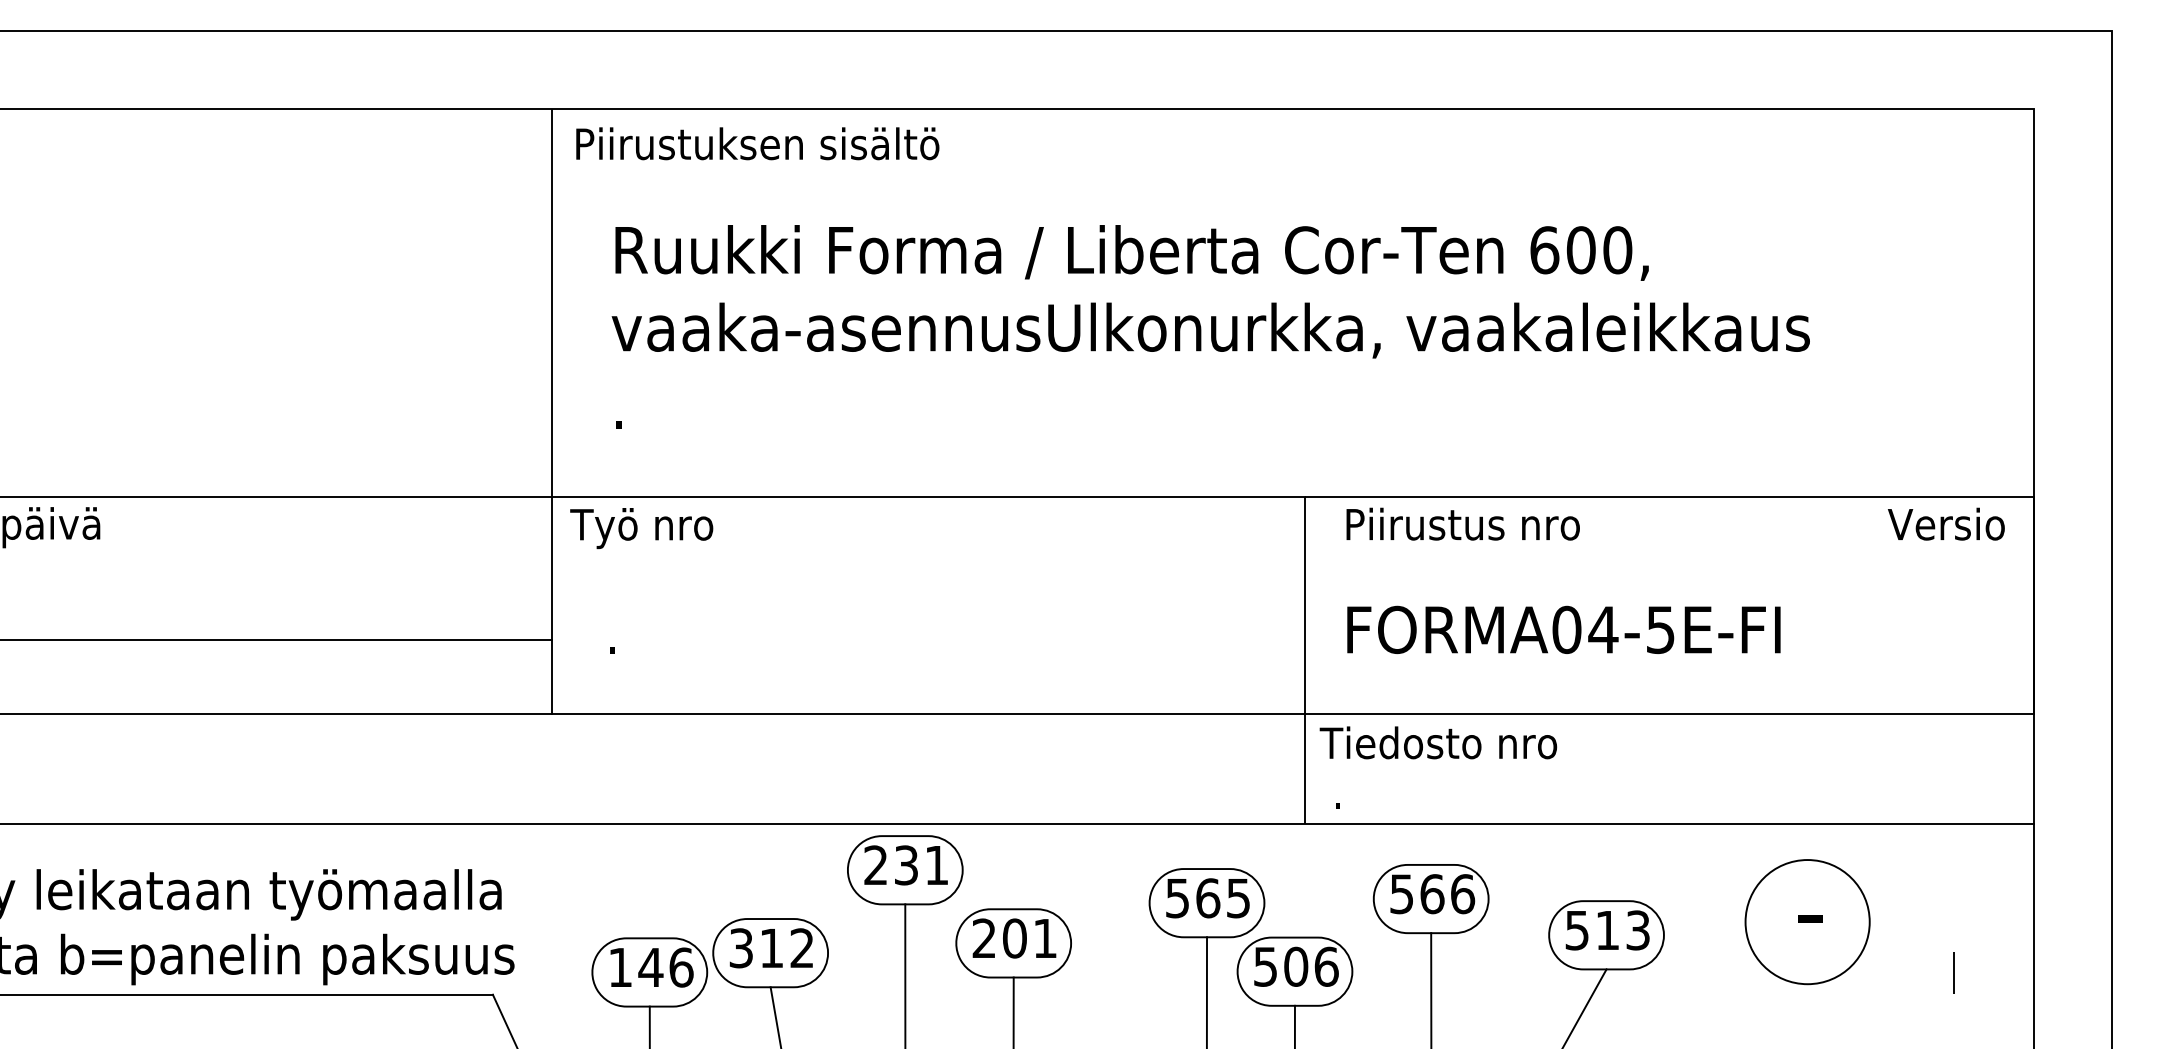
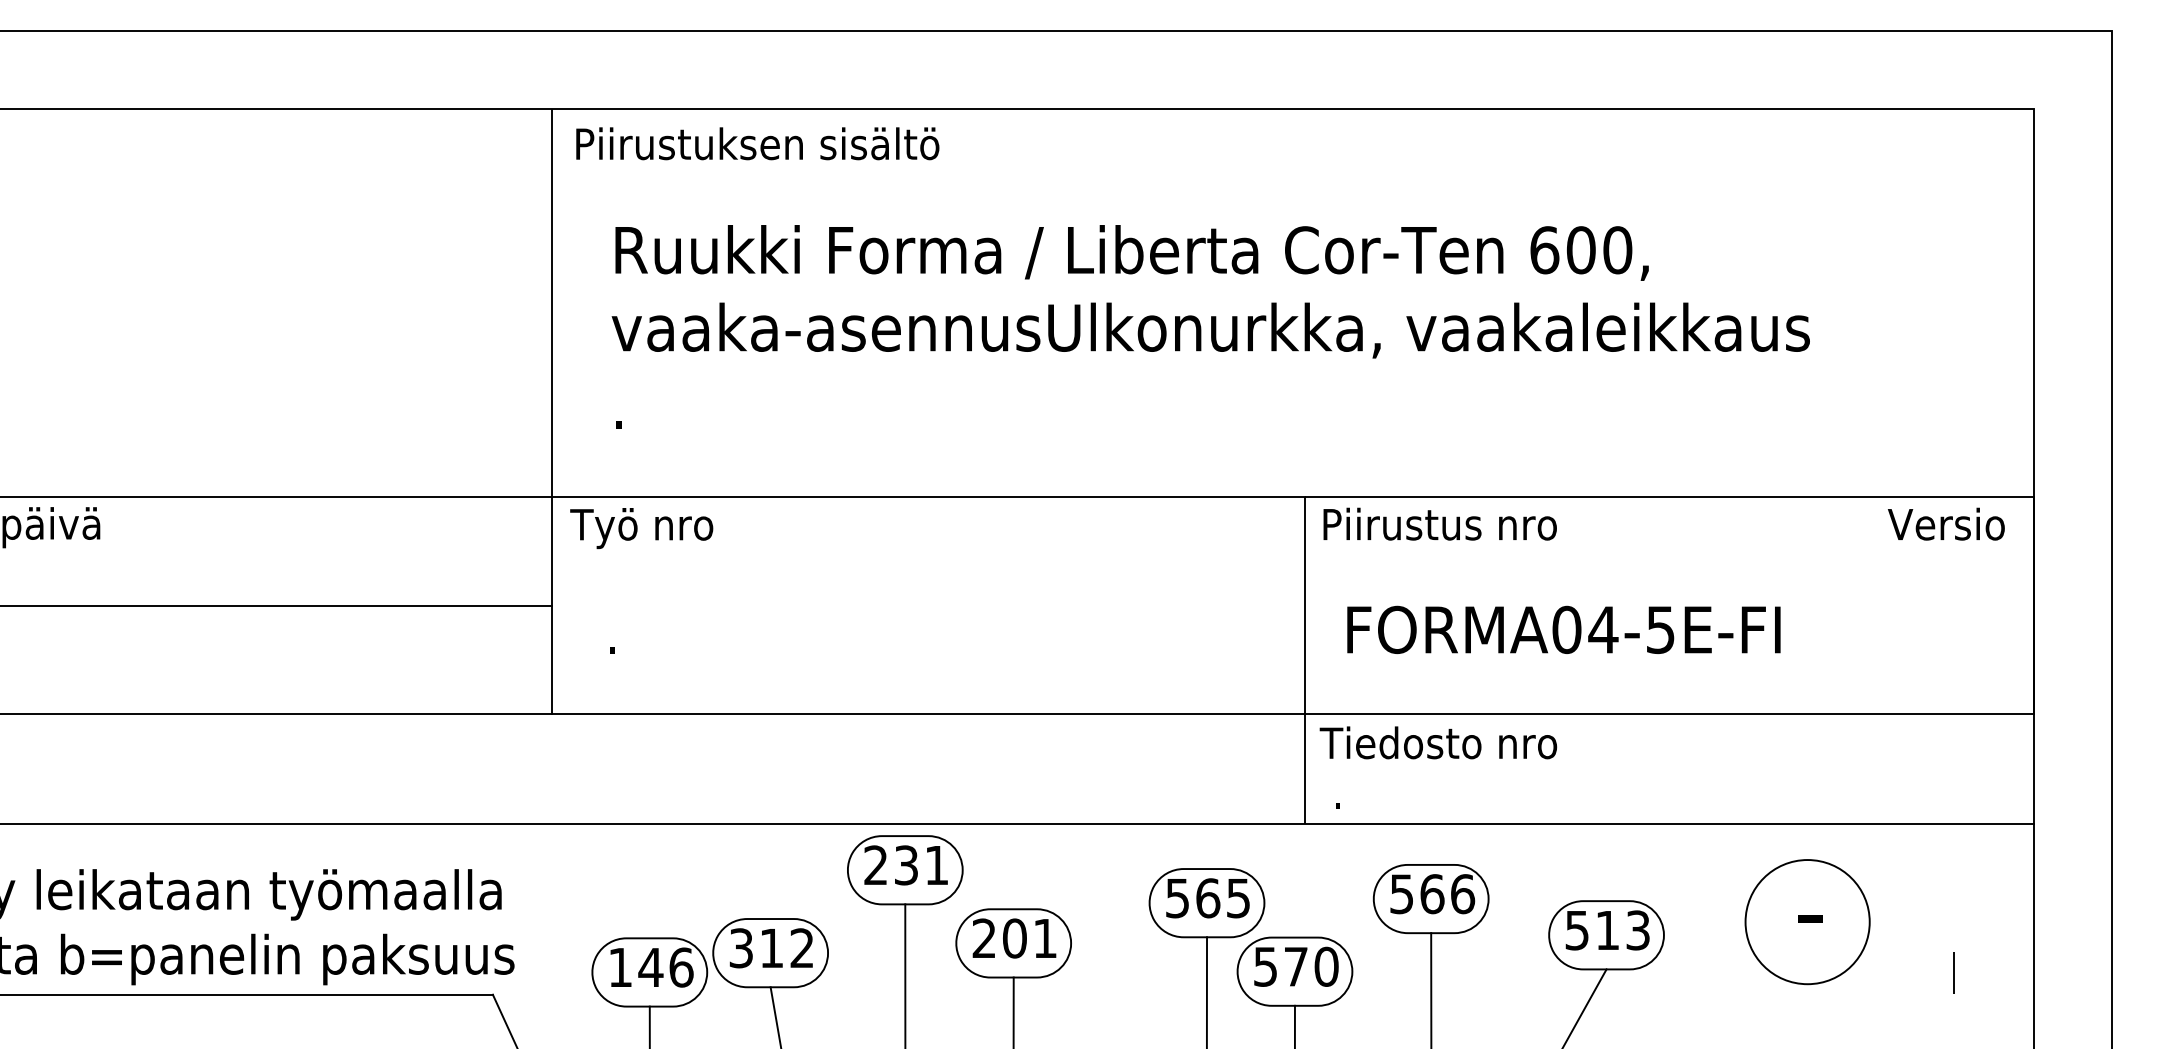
text at (1462, 523) position: (1462, 523) -> (1439, 523)
line at (276, 639) position: (276, 639) -> (276, 605)
text at (1311, 966): 506 -> 570
